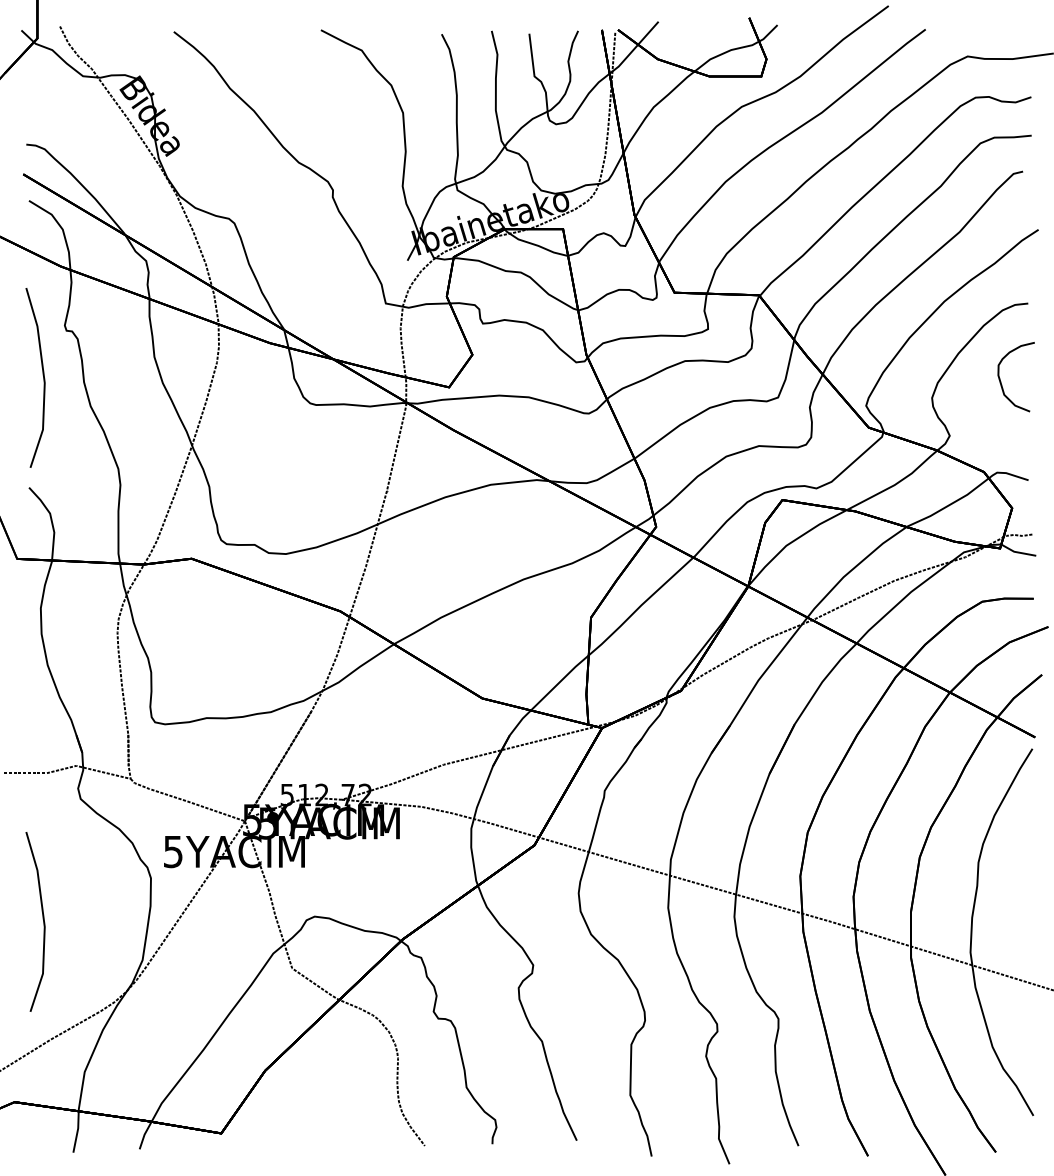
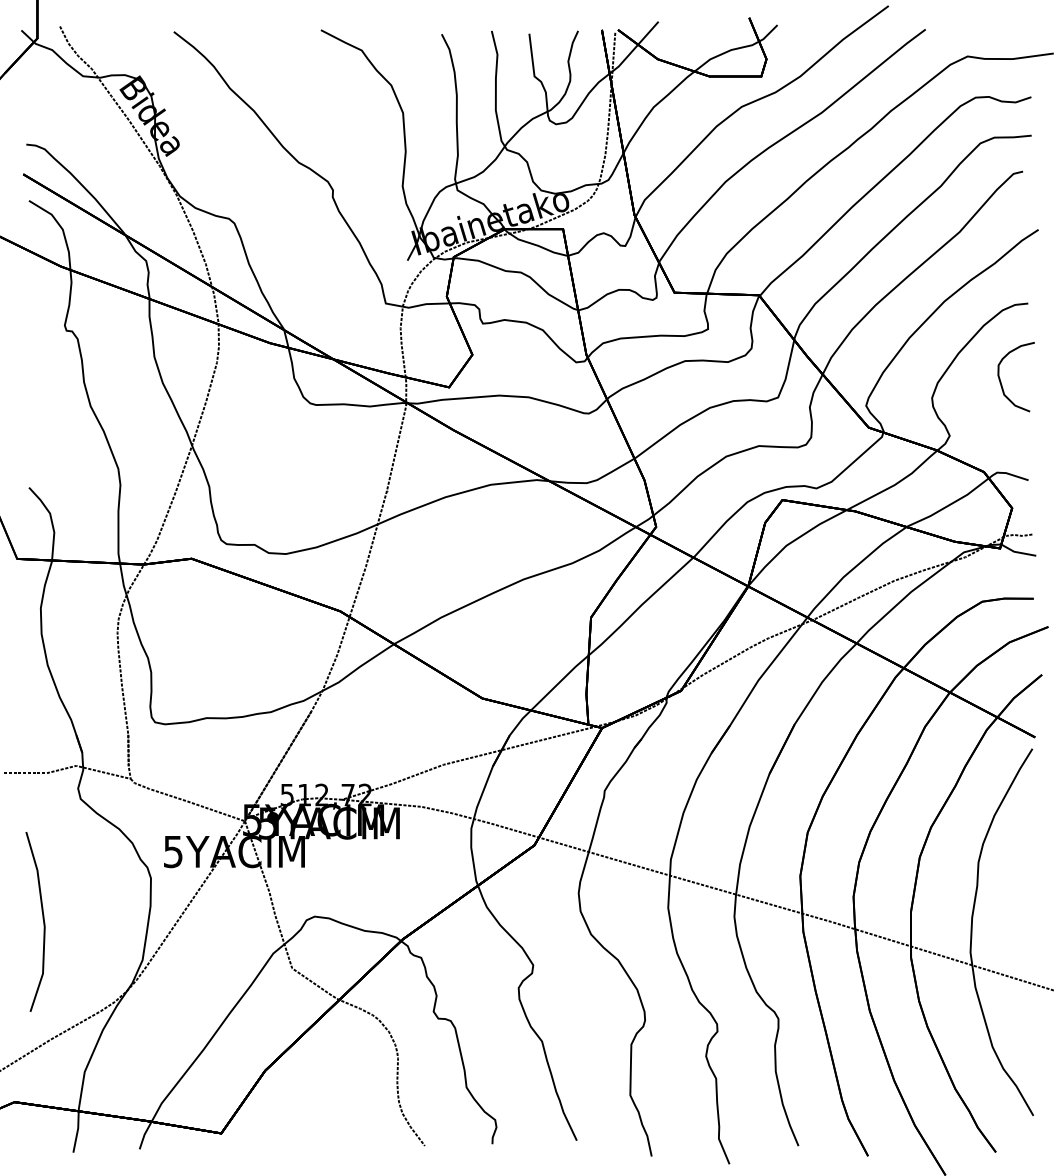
part at (42, 375): present -> none
